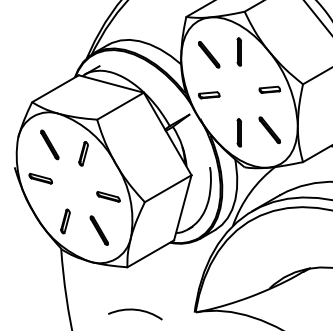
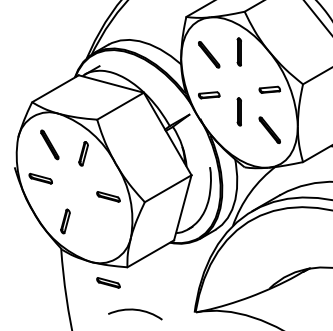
part at (238, 132) position: (238, 132) -> (238, 111)
part at (98, 230): present -> none
part at (108, 282): none -> present
